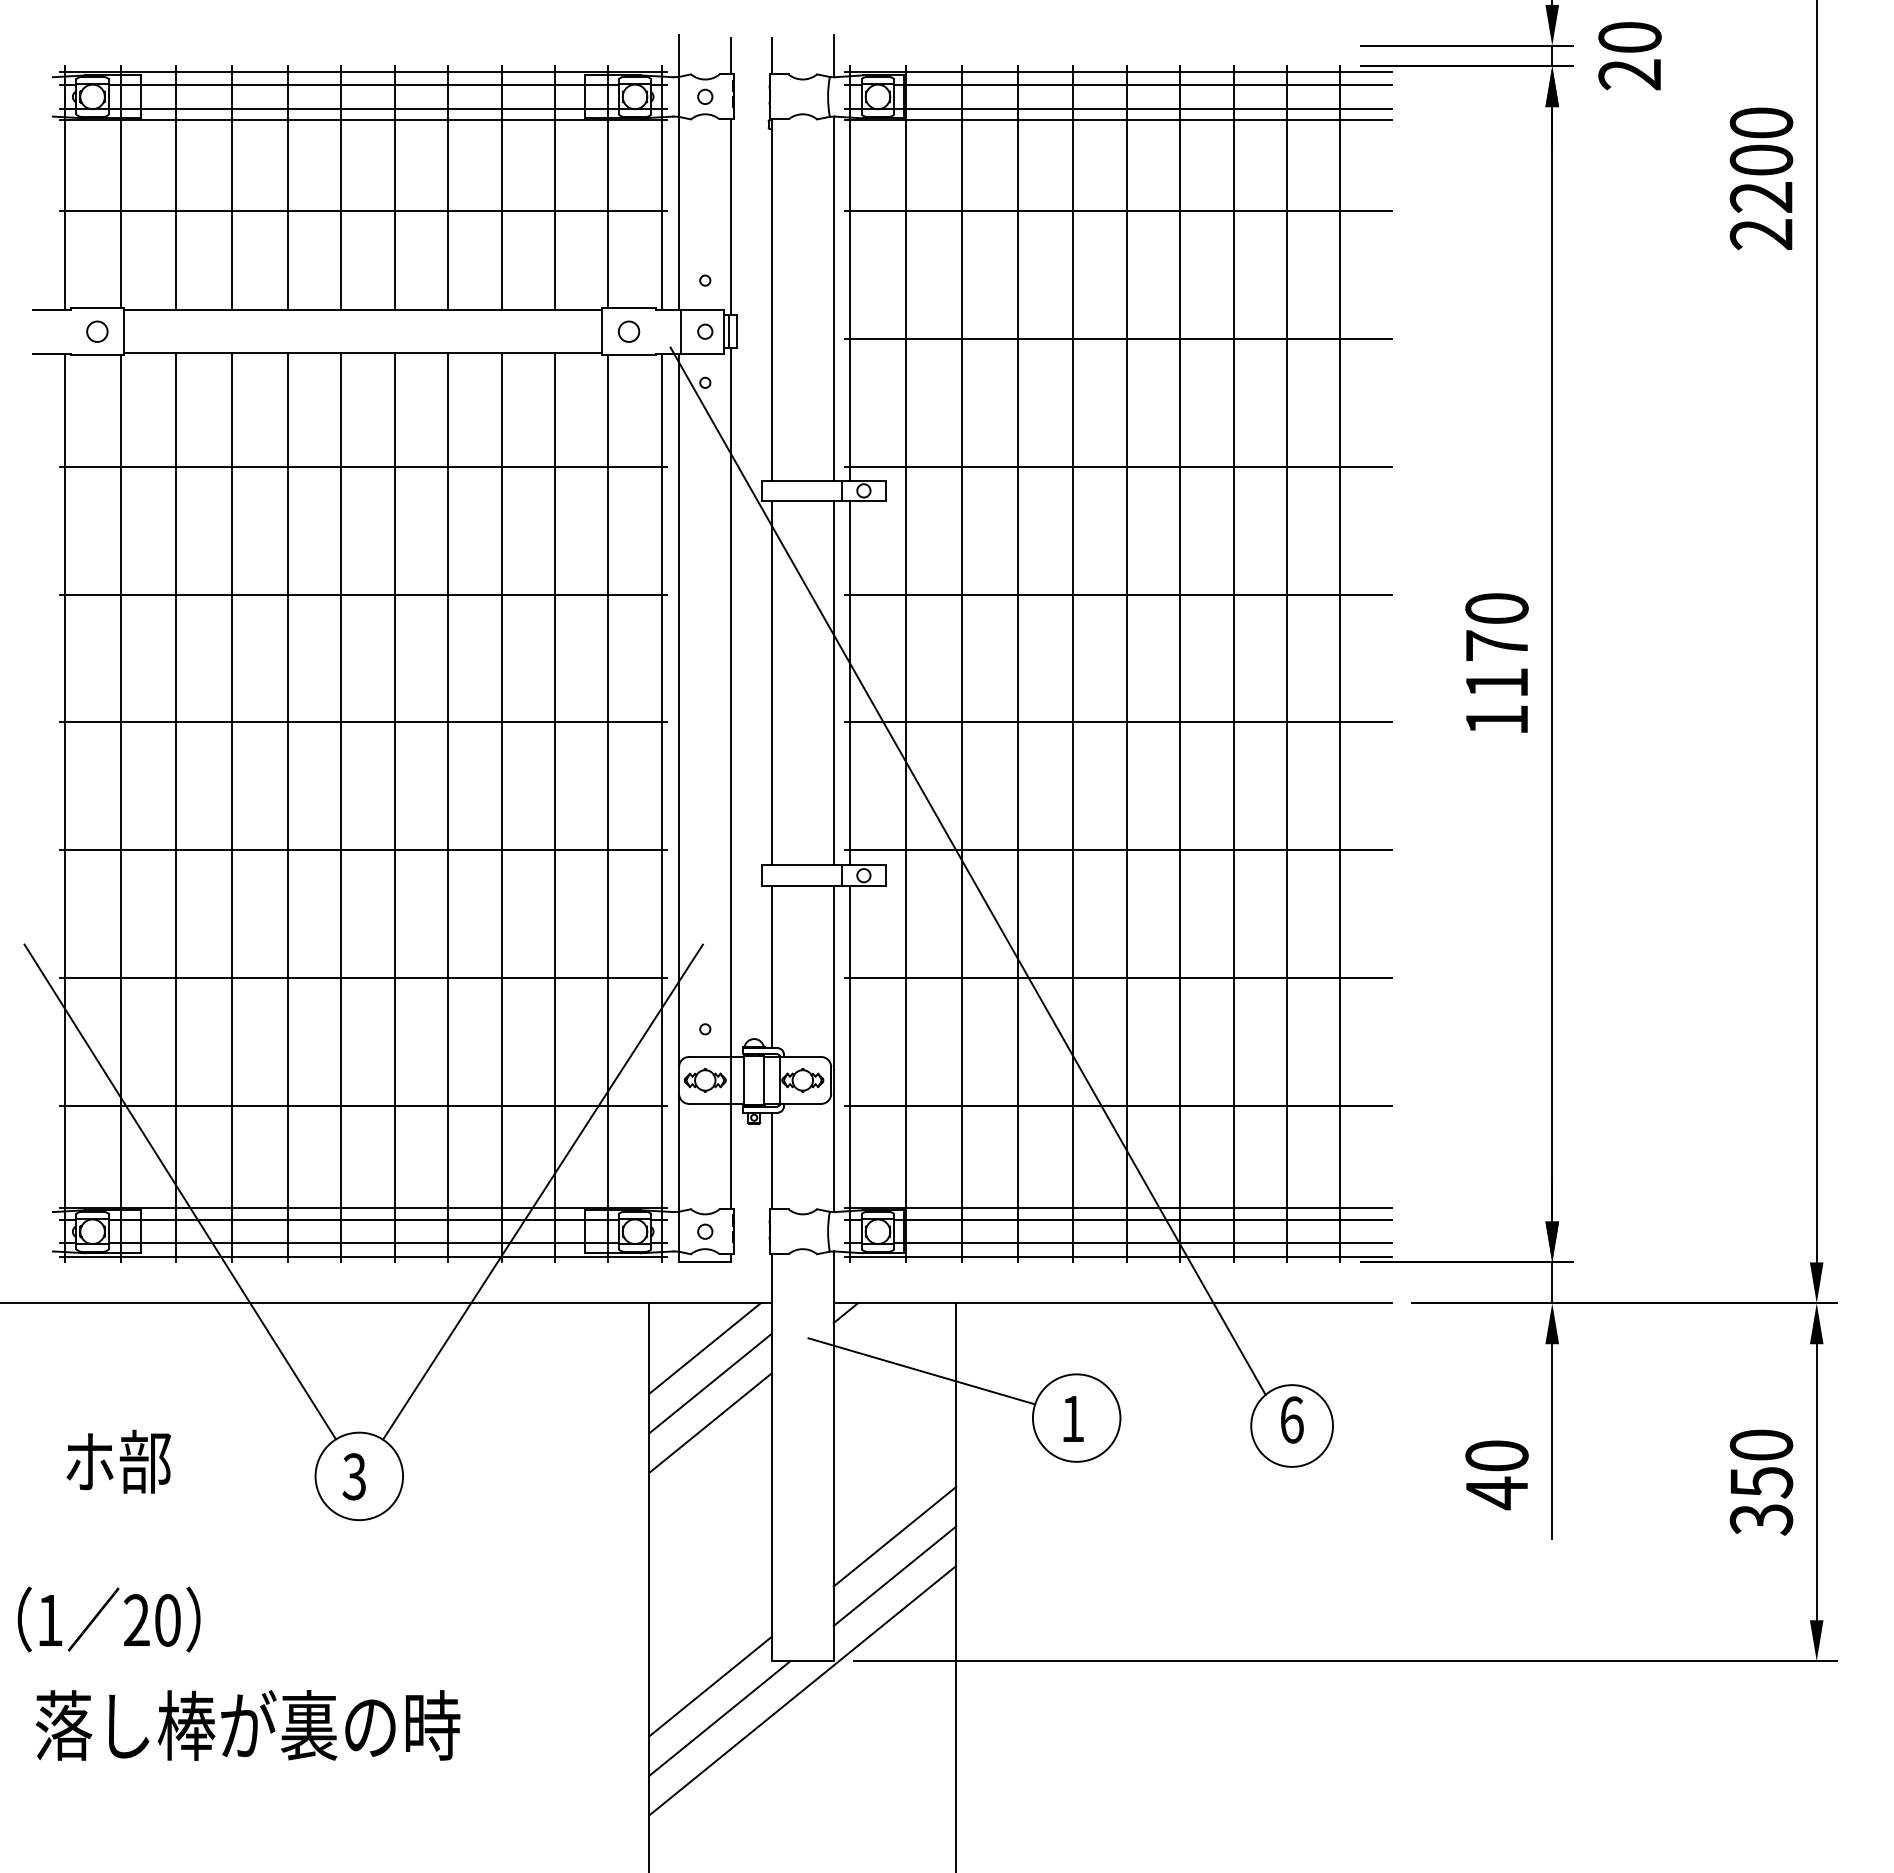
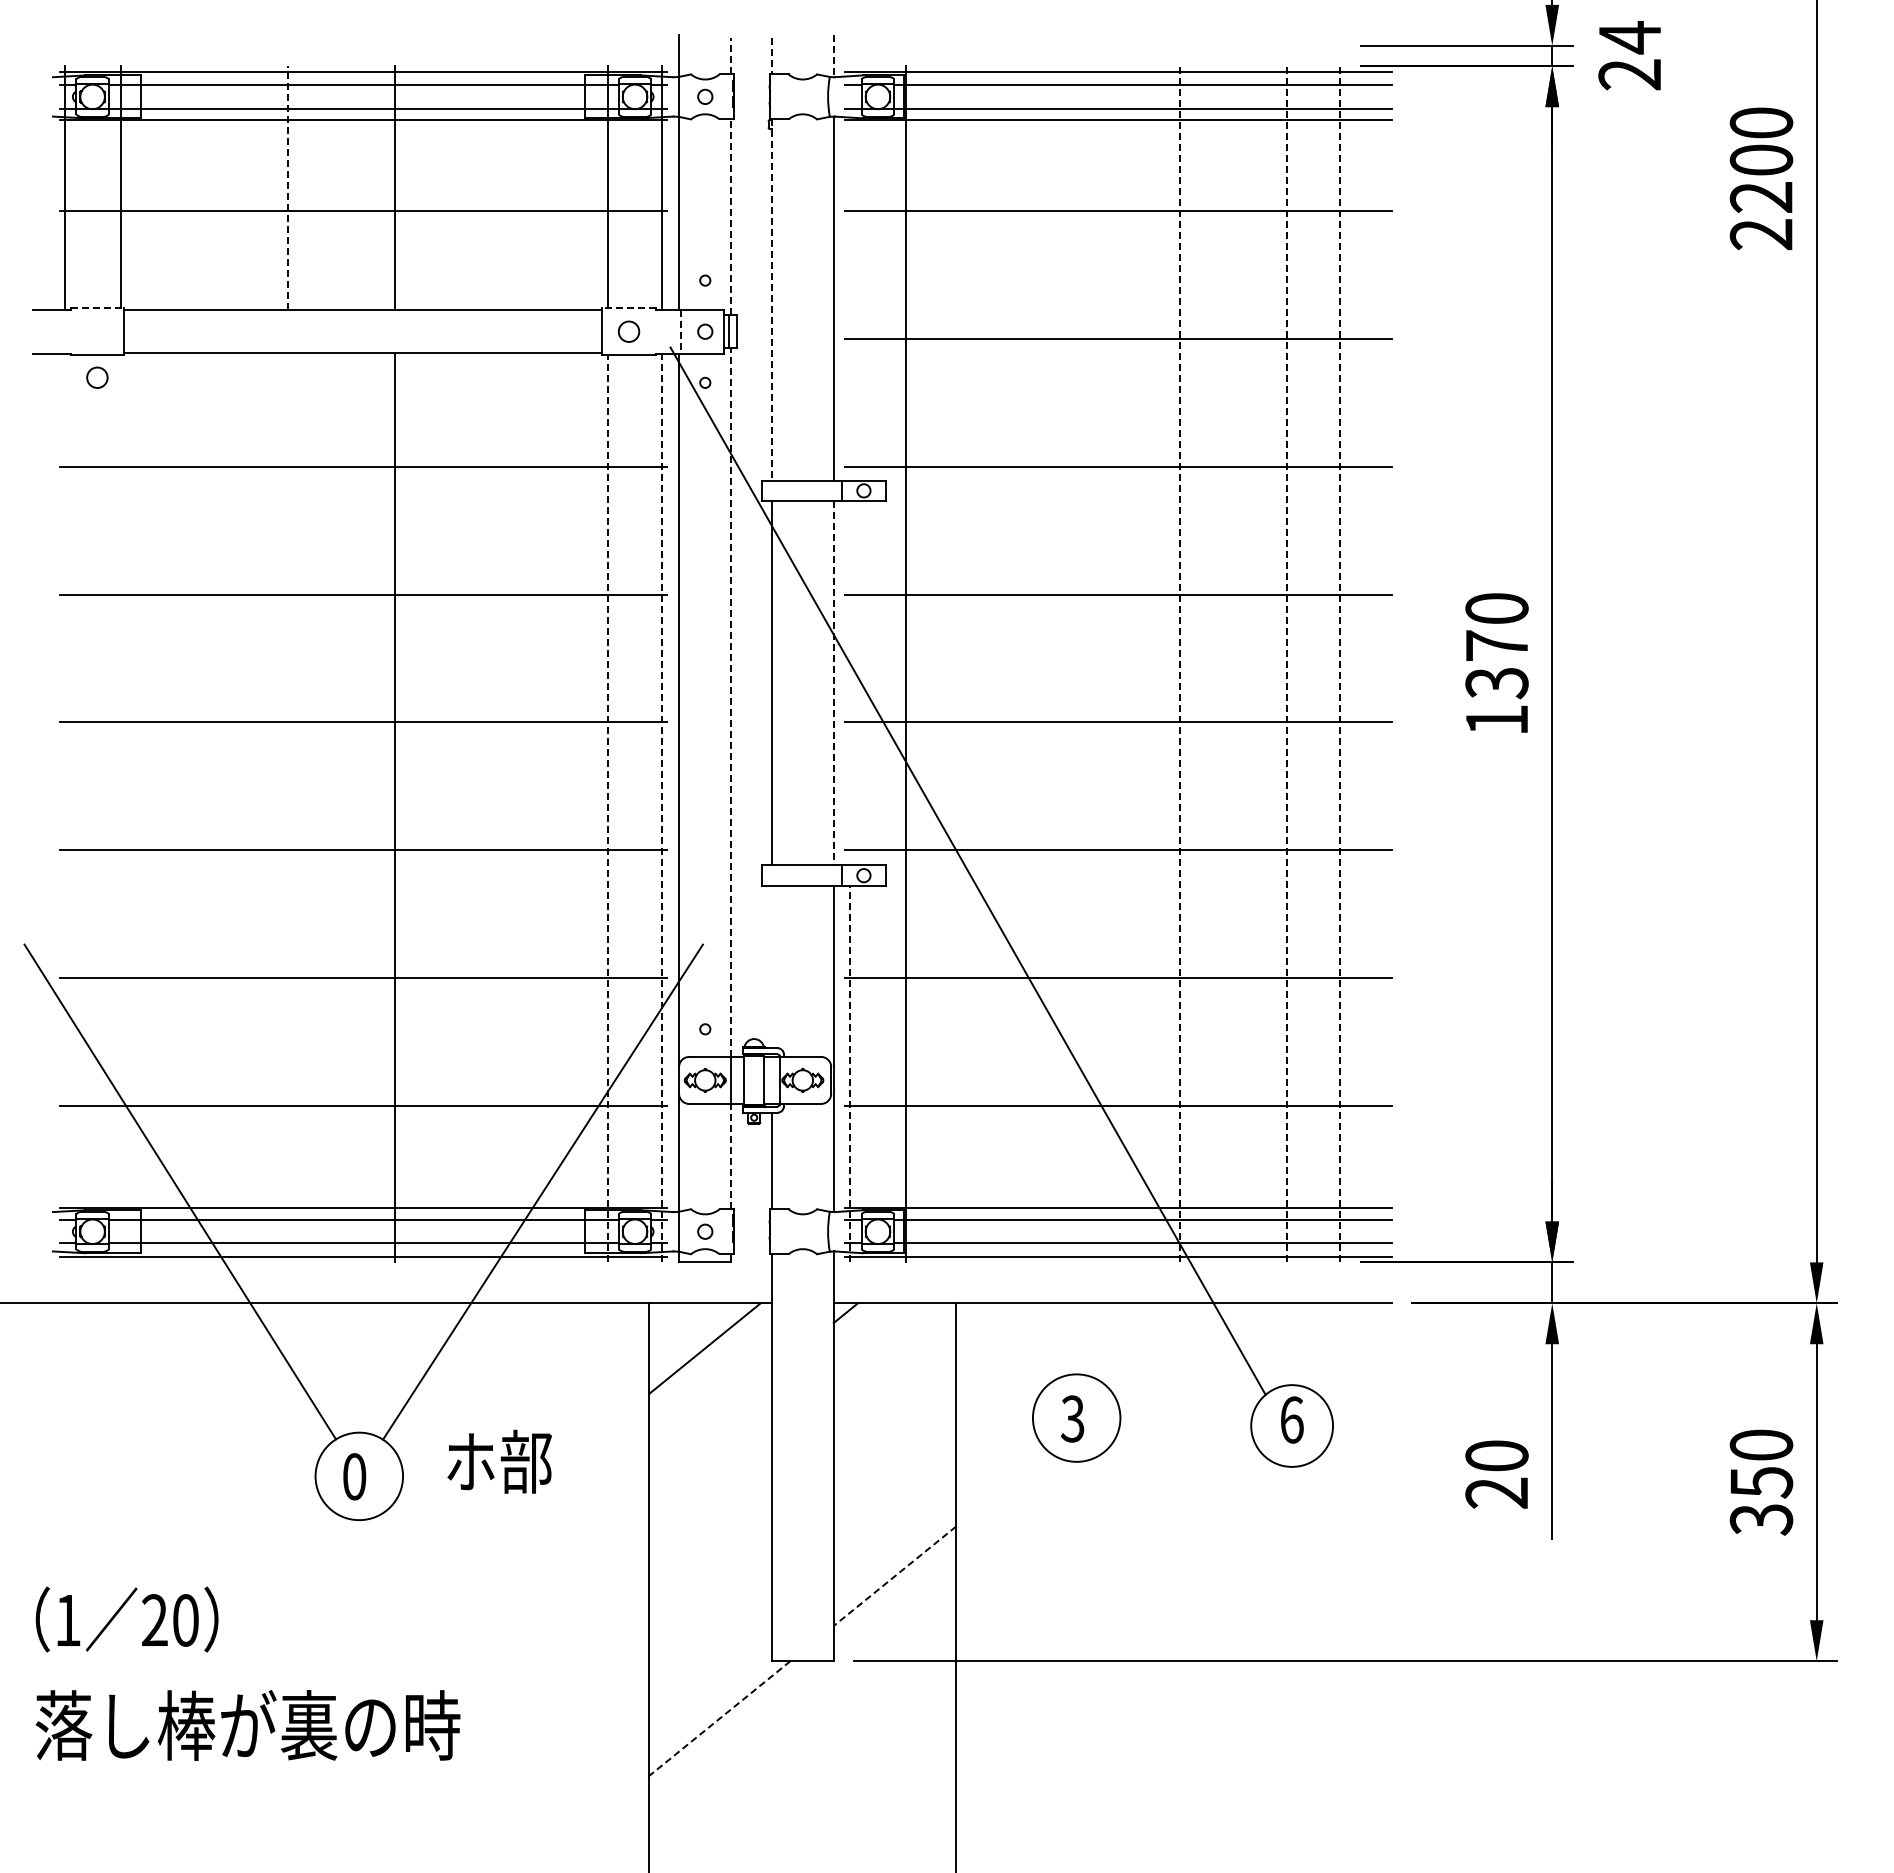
text at (1629, 37): 20 -> 24
line at (731, 55): solid -> dashed
line at (771, 56): solid -> dashed
line at (833, 56): solid -> dashed
line at (288, 187): solid -> dashed
line at (176, 188): present -> none
line at (232, 188): present -> none
line at (341, 188): present -> none
line at (448, 188): present -> none
line at (501, 188): present -> none
line at (554, 188): present -> none
line at (731, 217): solid -> dashed
line at (850, 273): present -> none
line at (771, 300): solid -> dashed
line at (97, 308): solid -> dashed
line at (629, 308): solid -> dashed
circle at (97, 331) position: (97, 331) -> (97, 377)
line at (681, 331): solid -> dashed
line at (1180, 663): solid -> dashed
line at (1286, 663): solid -> dashed
line at (1340, 663): solid -> dashed
line at (961, 664): present -> none
line at (1017, 664): present -> none
line at (1073, 664): present -> none
line at (1126, 664): present -> none
line at (1233, 664): present -> none
line at (833, 683): solid -> dashed
line at (850, 683): present -> none
text at (1496, 683): 1170 -> 1370
line at (731, 702): solid -> dashed
line at (64, 807): present -> none
line at (176, 807): present -> none
line at (232, 807): present -> none
line at (288, 807): present -> none
line at (341, 807): present -> none
line at (448, 807): present -> none
line at (501, 807): present -> none
line at (554, 807): present -> none
line at (661, 807): solid -> dashed
line at (120, 808): present -> none
line at (608, 808): solid -> dashed
line at (771, 966): present -> none
line at (850, 1073): solid -> dashed
line at (731, 1156): solid -> dashed
line at (921, 1371): present -> none
line at (710, 1383): present -> none
text at (1072, 1418): 1 -> 3
line at (710, 1422): present -> none
text at (118, 1461) position: (118, 1461) -> (499, 1461)
text at (354, 1476): 3 -> 0
text at (1496, 1493): 40 -> 20
line at (894, 1536): present -> none
line at (894, 1576): solid -> dashed
text at (108, 1619) position: (108, 1619) -> (126, 1619)
line at (710, 1686): present -> none
line at (803, 1690): present -> none
line at (719, 1718): solid -> dashed
